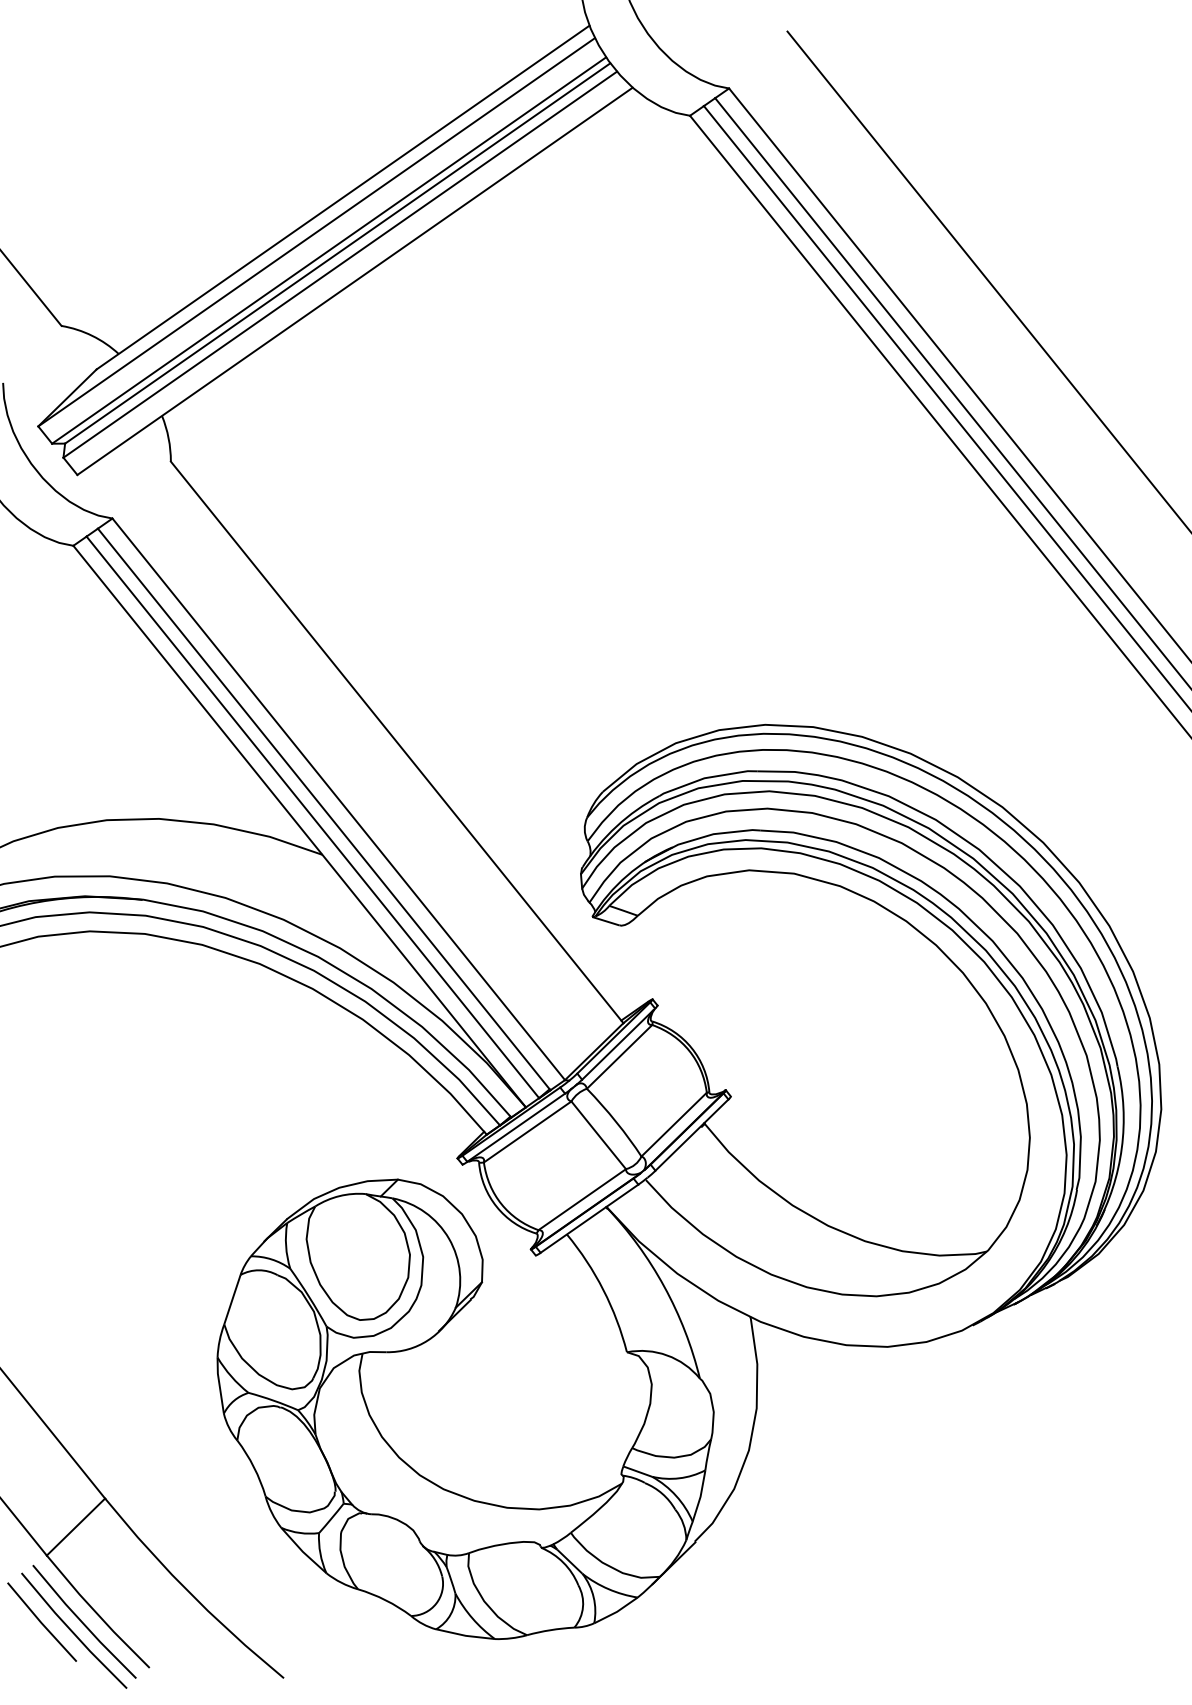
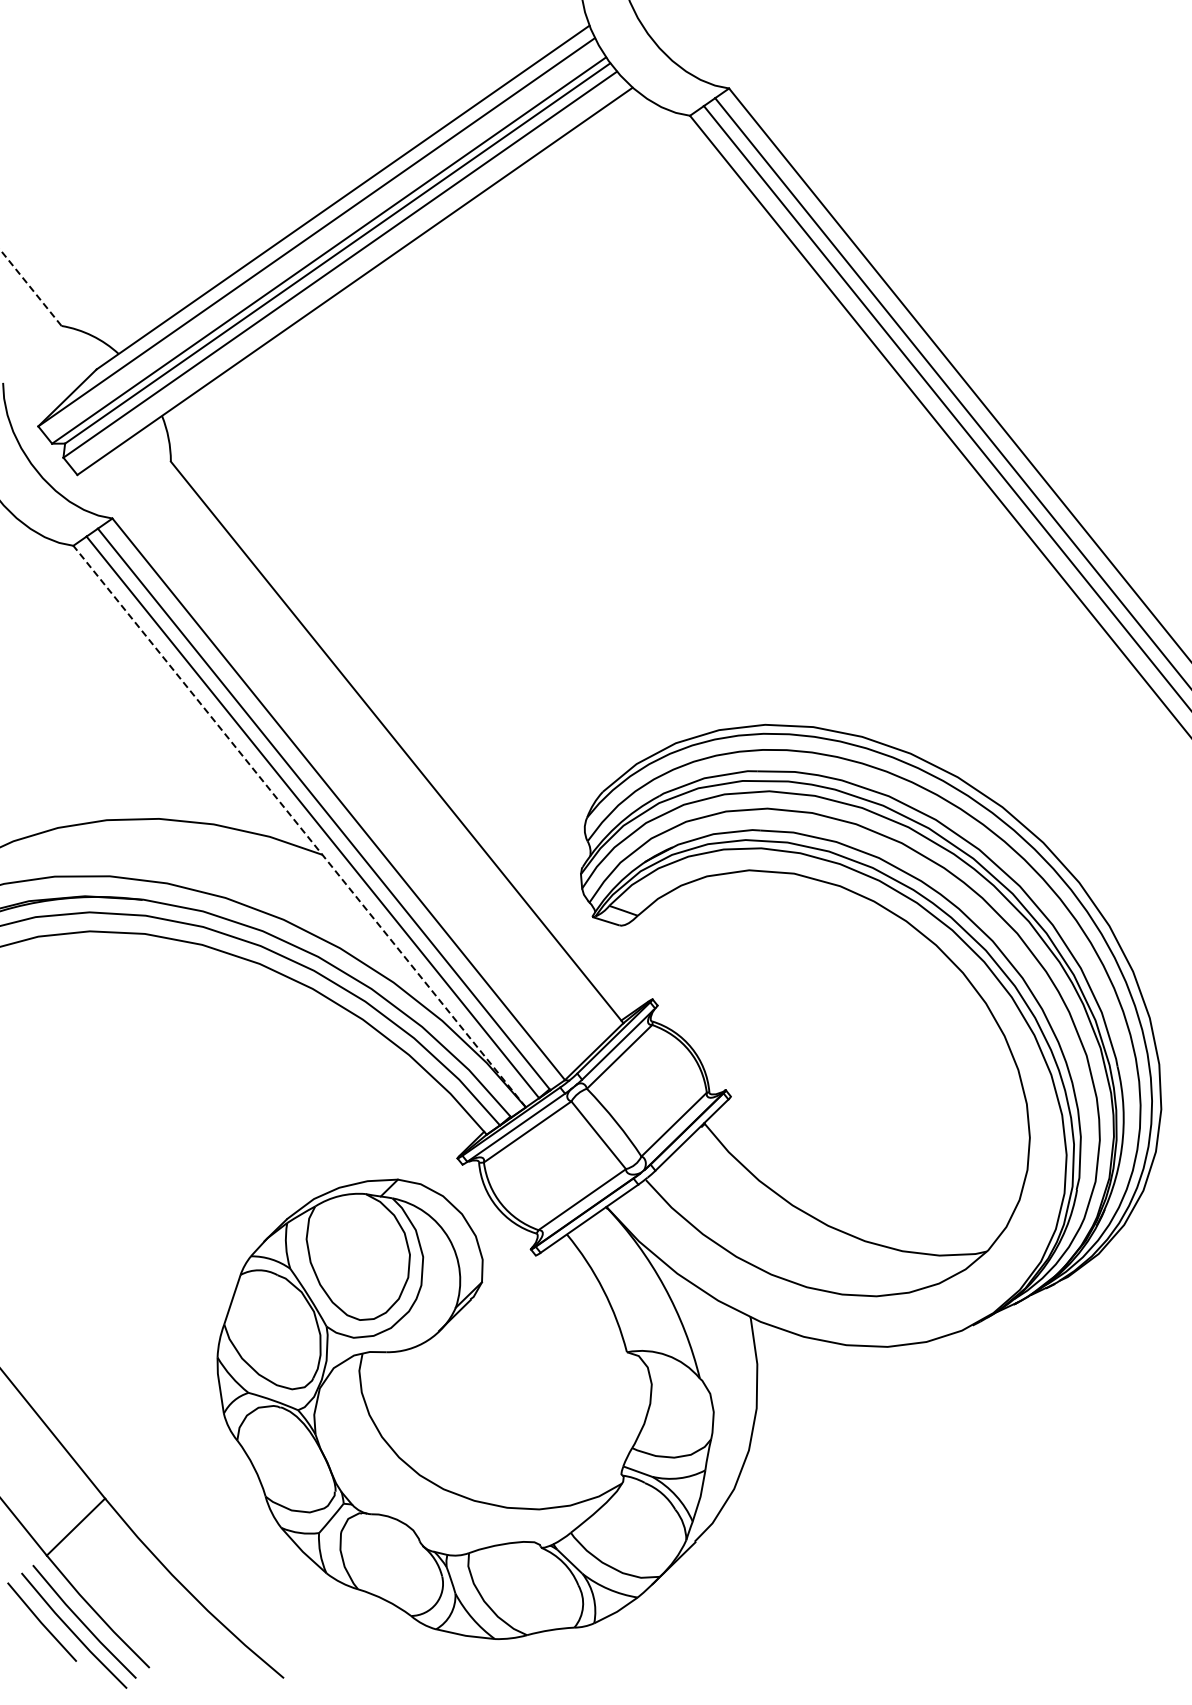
line at (987, 280): present -> none
line at (30, 287): solid -> dashed
line at (299, 826): solid -> dashed
